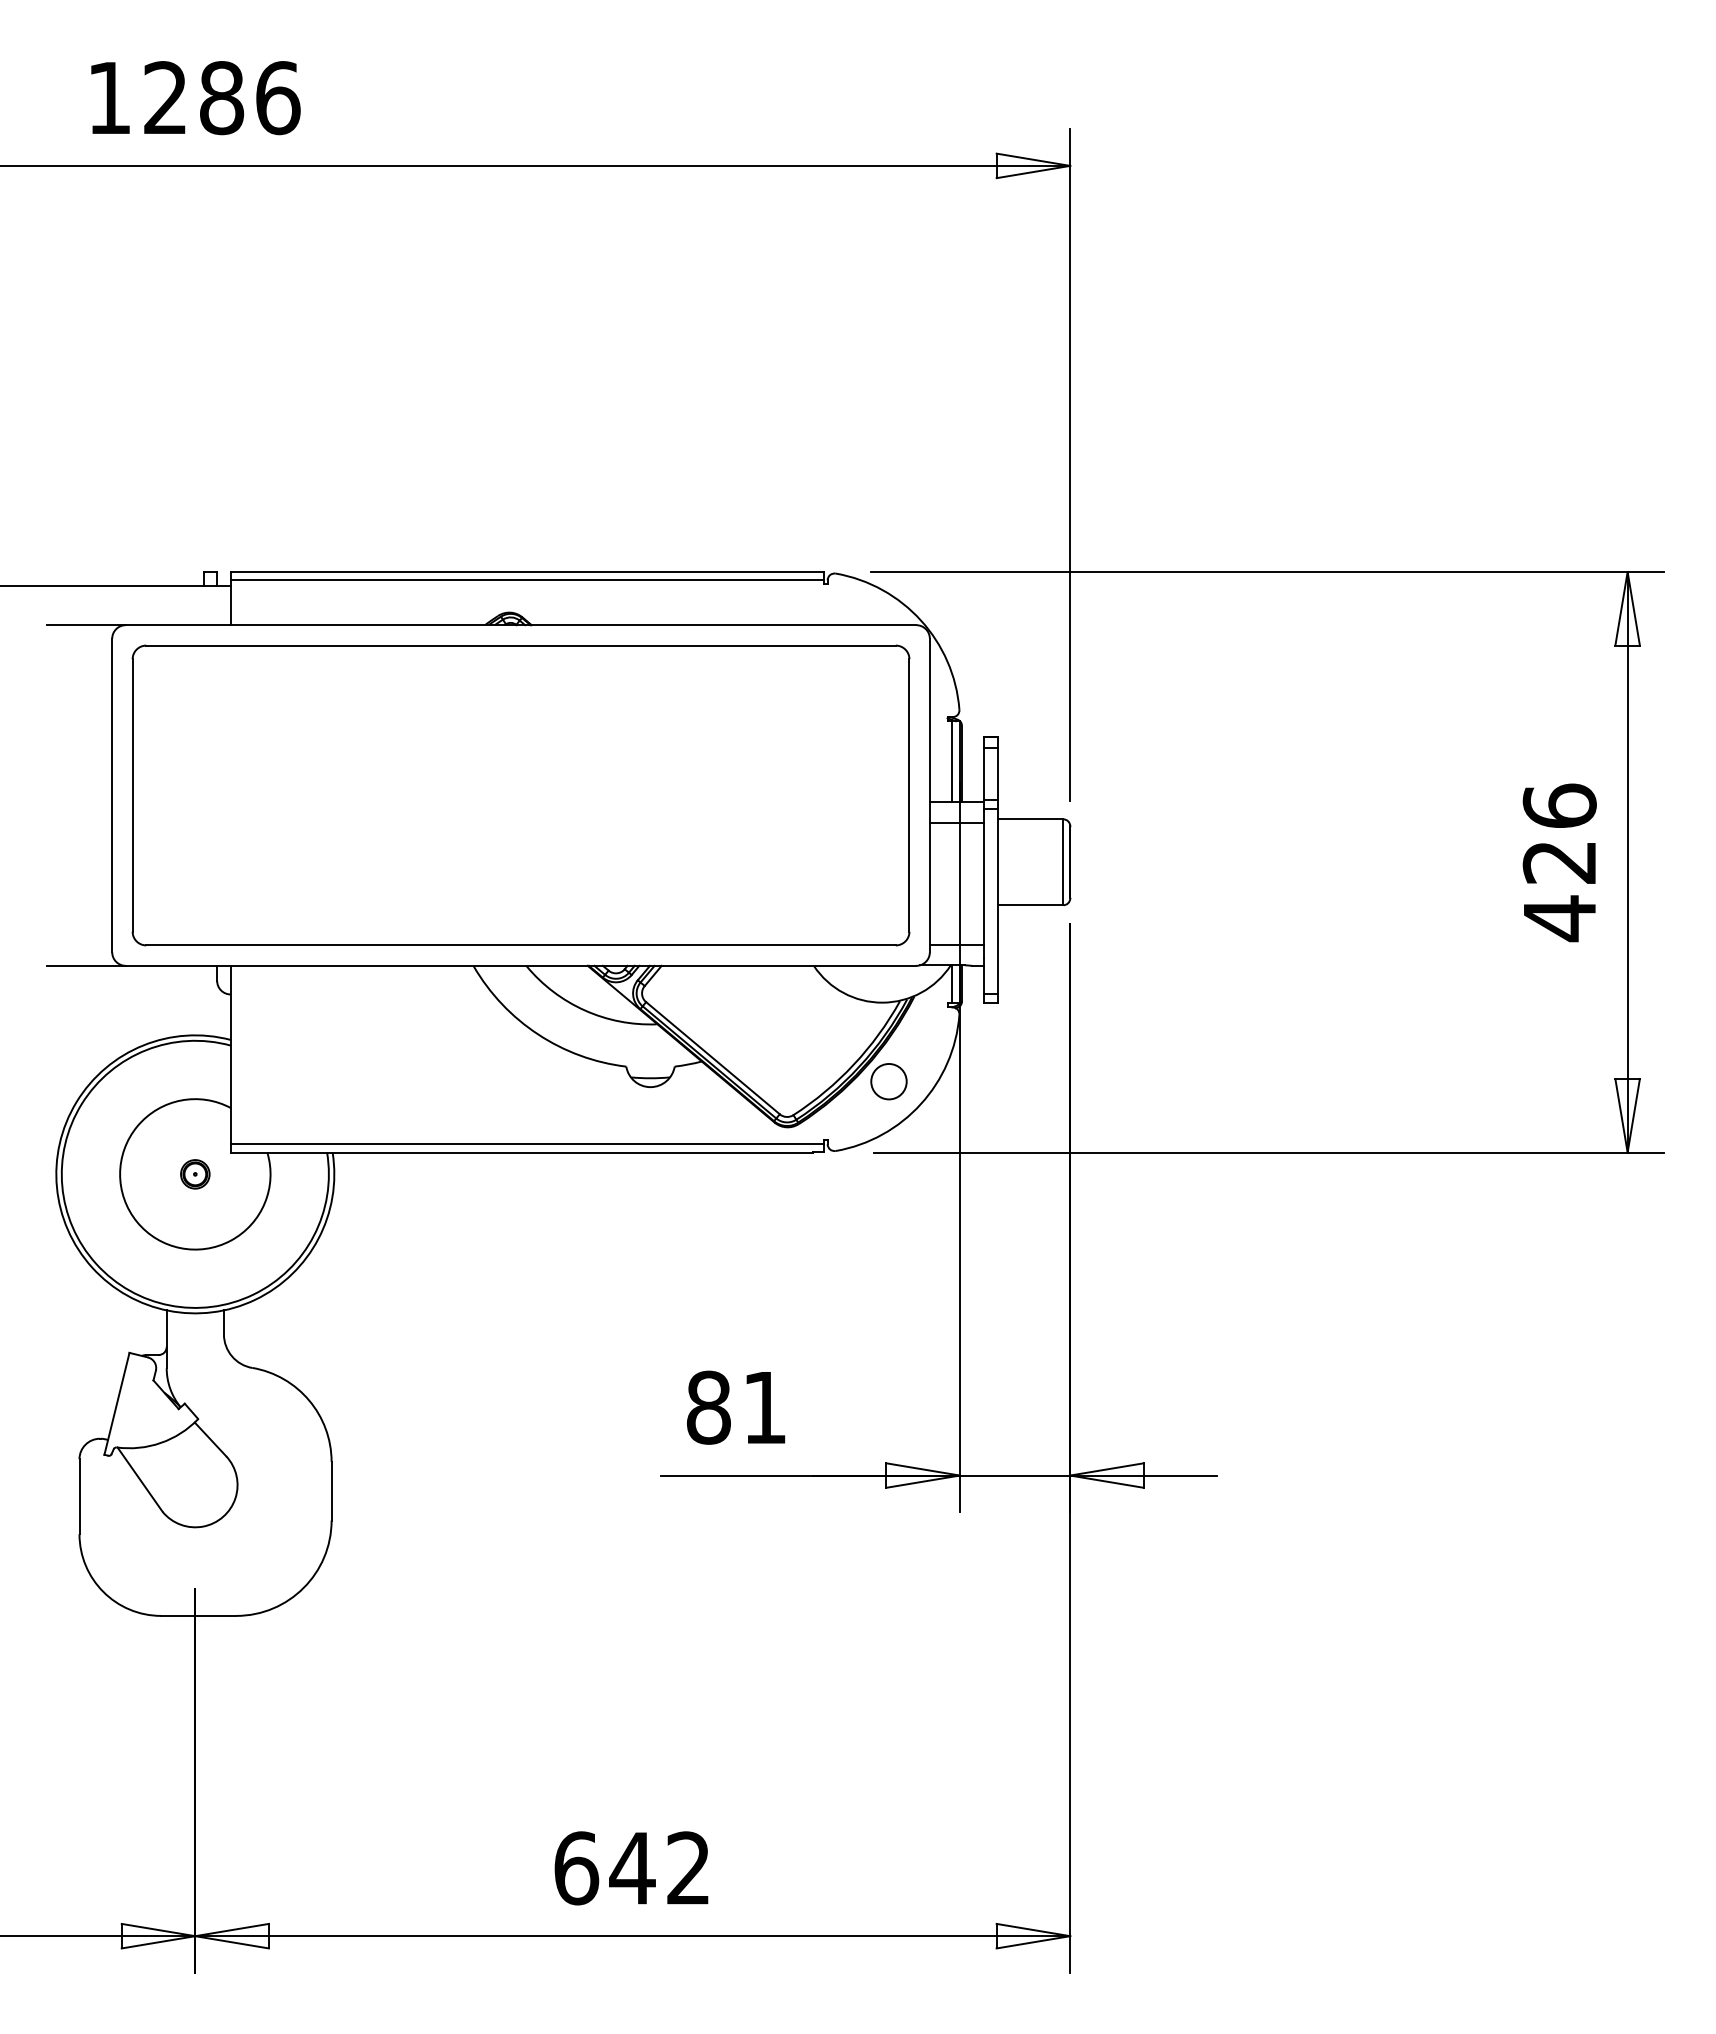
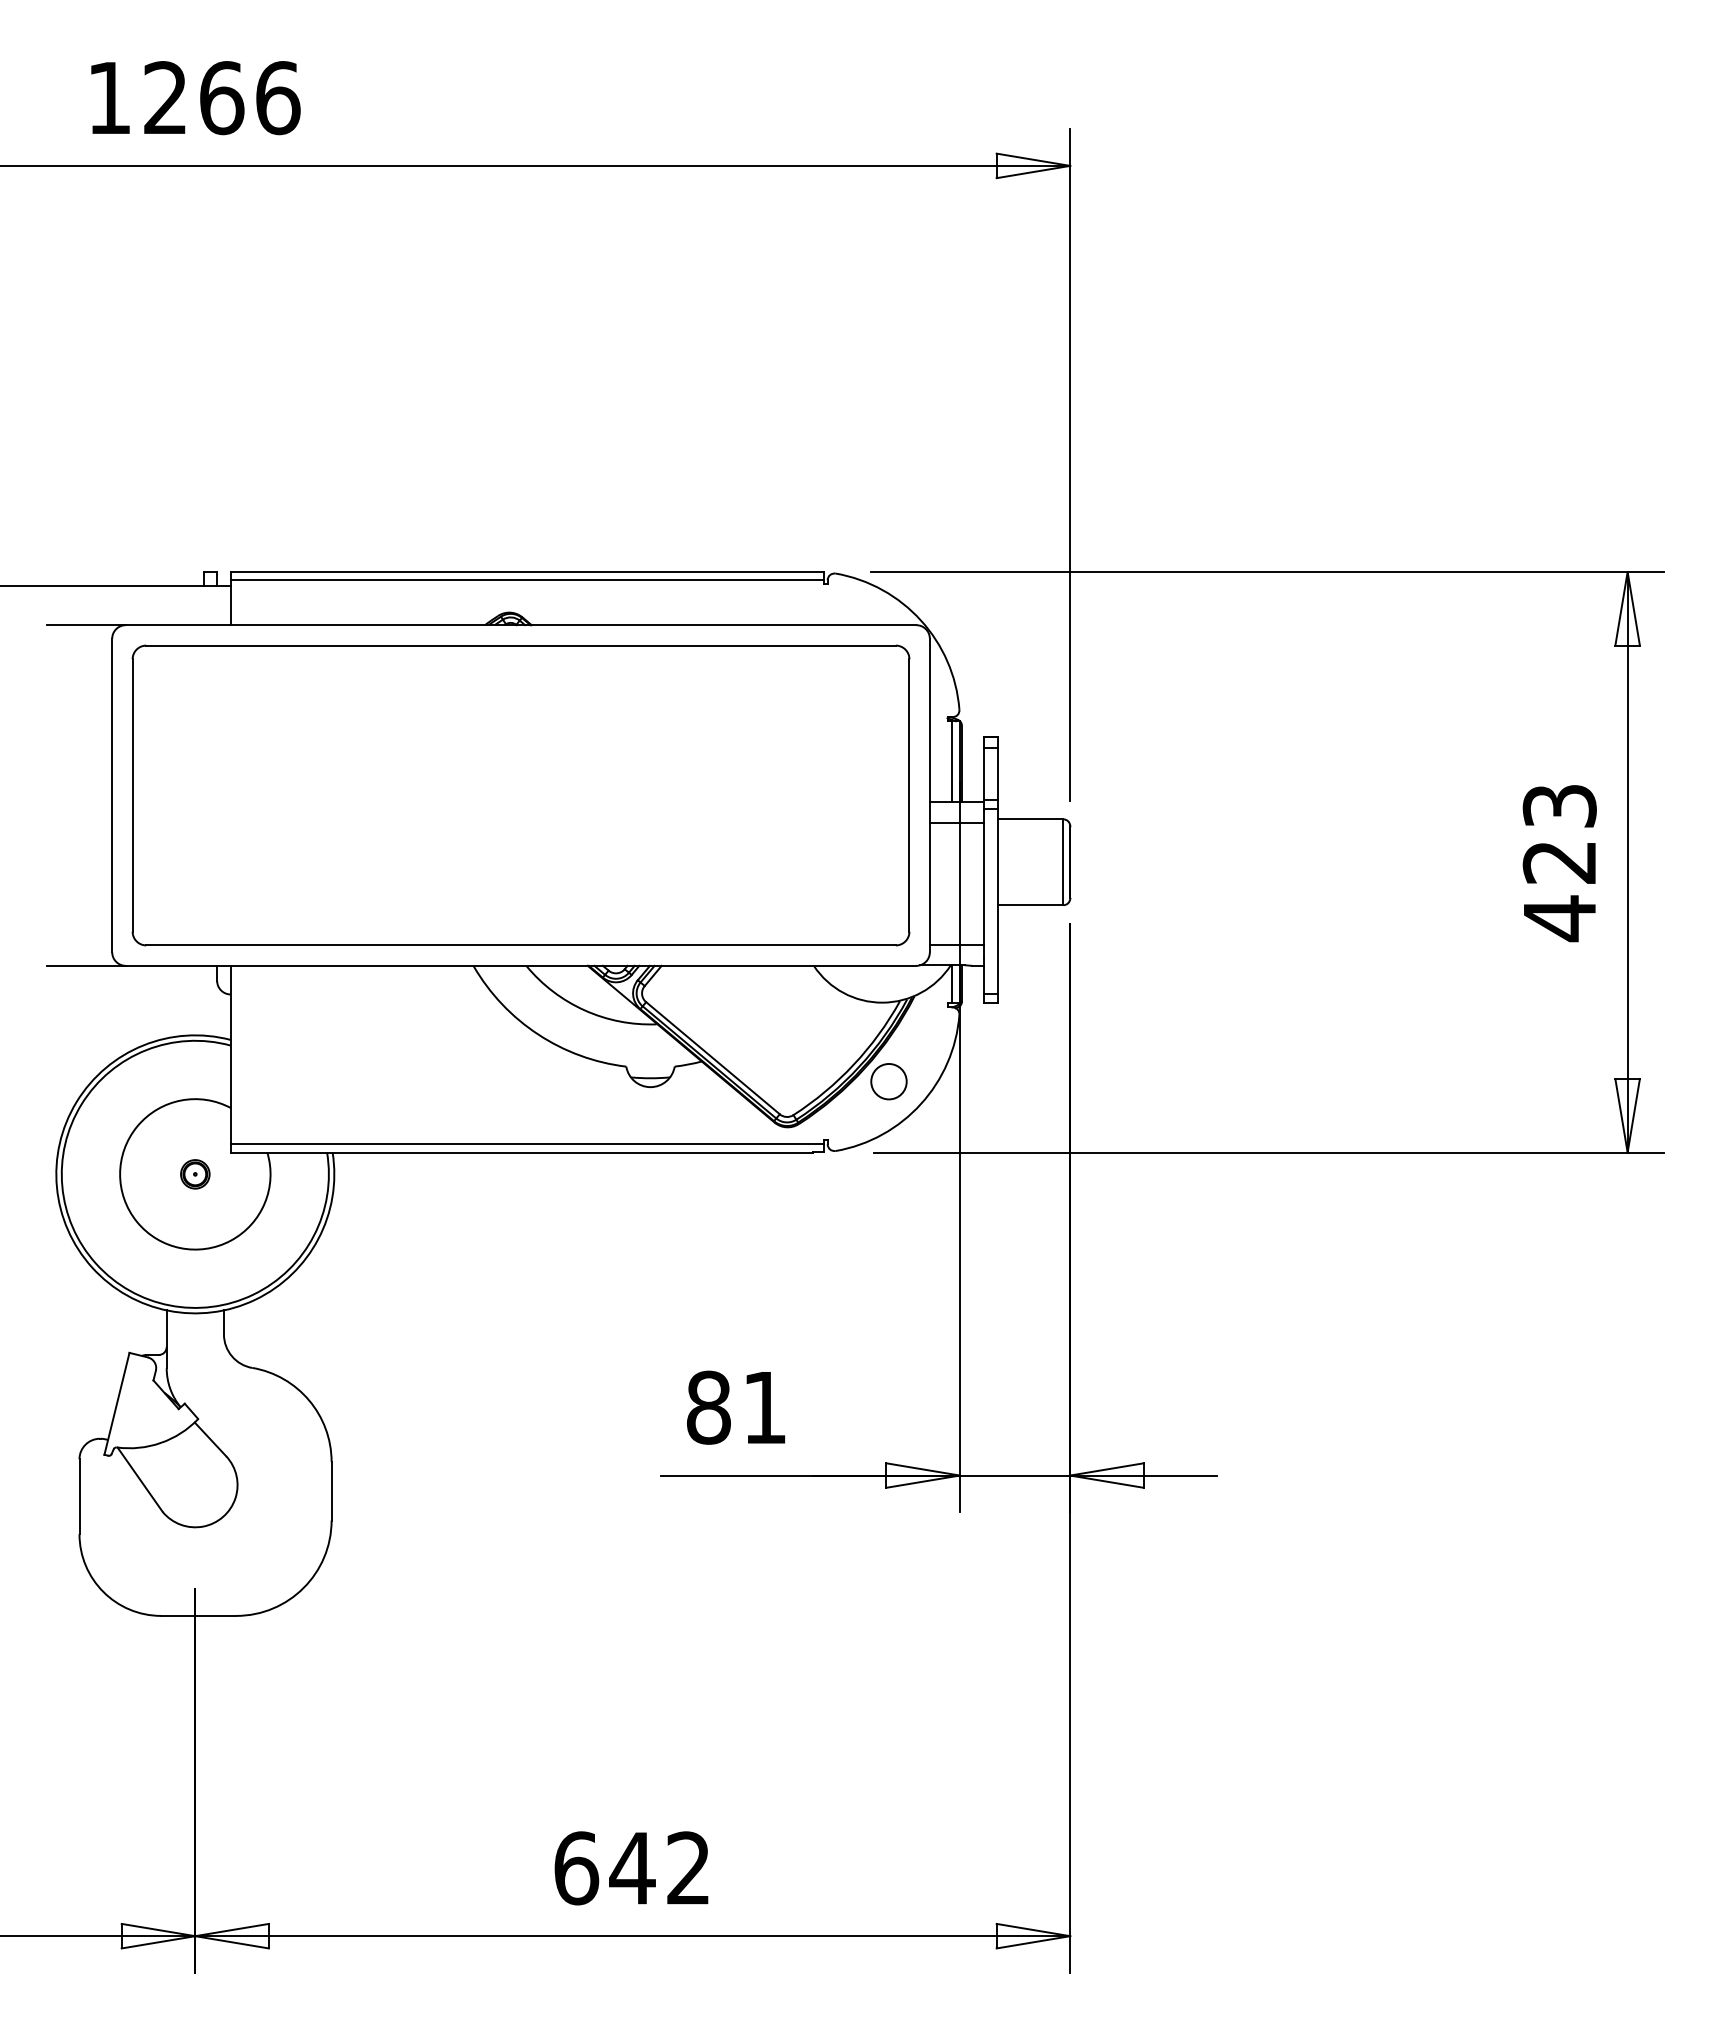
text at (222, 98): 1286 -> 1266
text at (1559, 805): 426 -> 423
